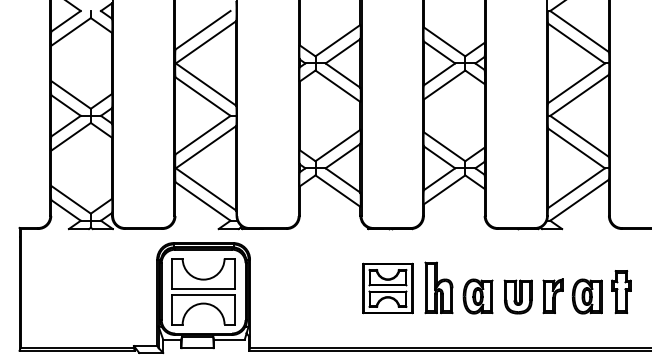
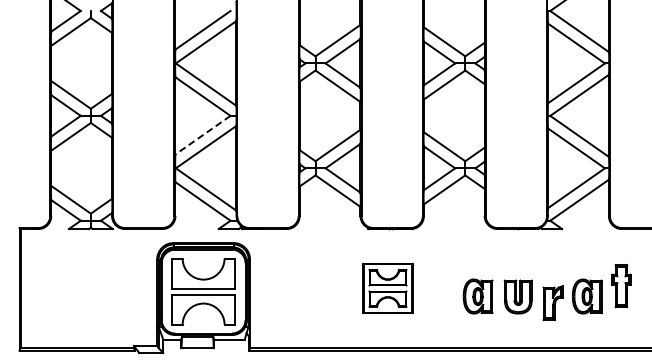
line at (203, 135): solid -> dashed
part at (438, 287): present -> none
part at (621, 292) position: (621, 292) -> (621, 286)
part at (552, 296) position: (552, 296) -> (552, 303)
